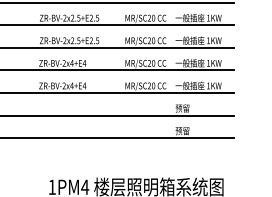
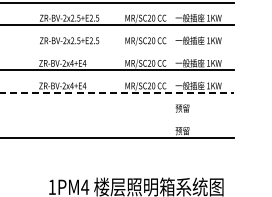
line at (118, 47): present -> none
line at (117, 93): solid -> dashed
line at (118, 115): present -> none
